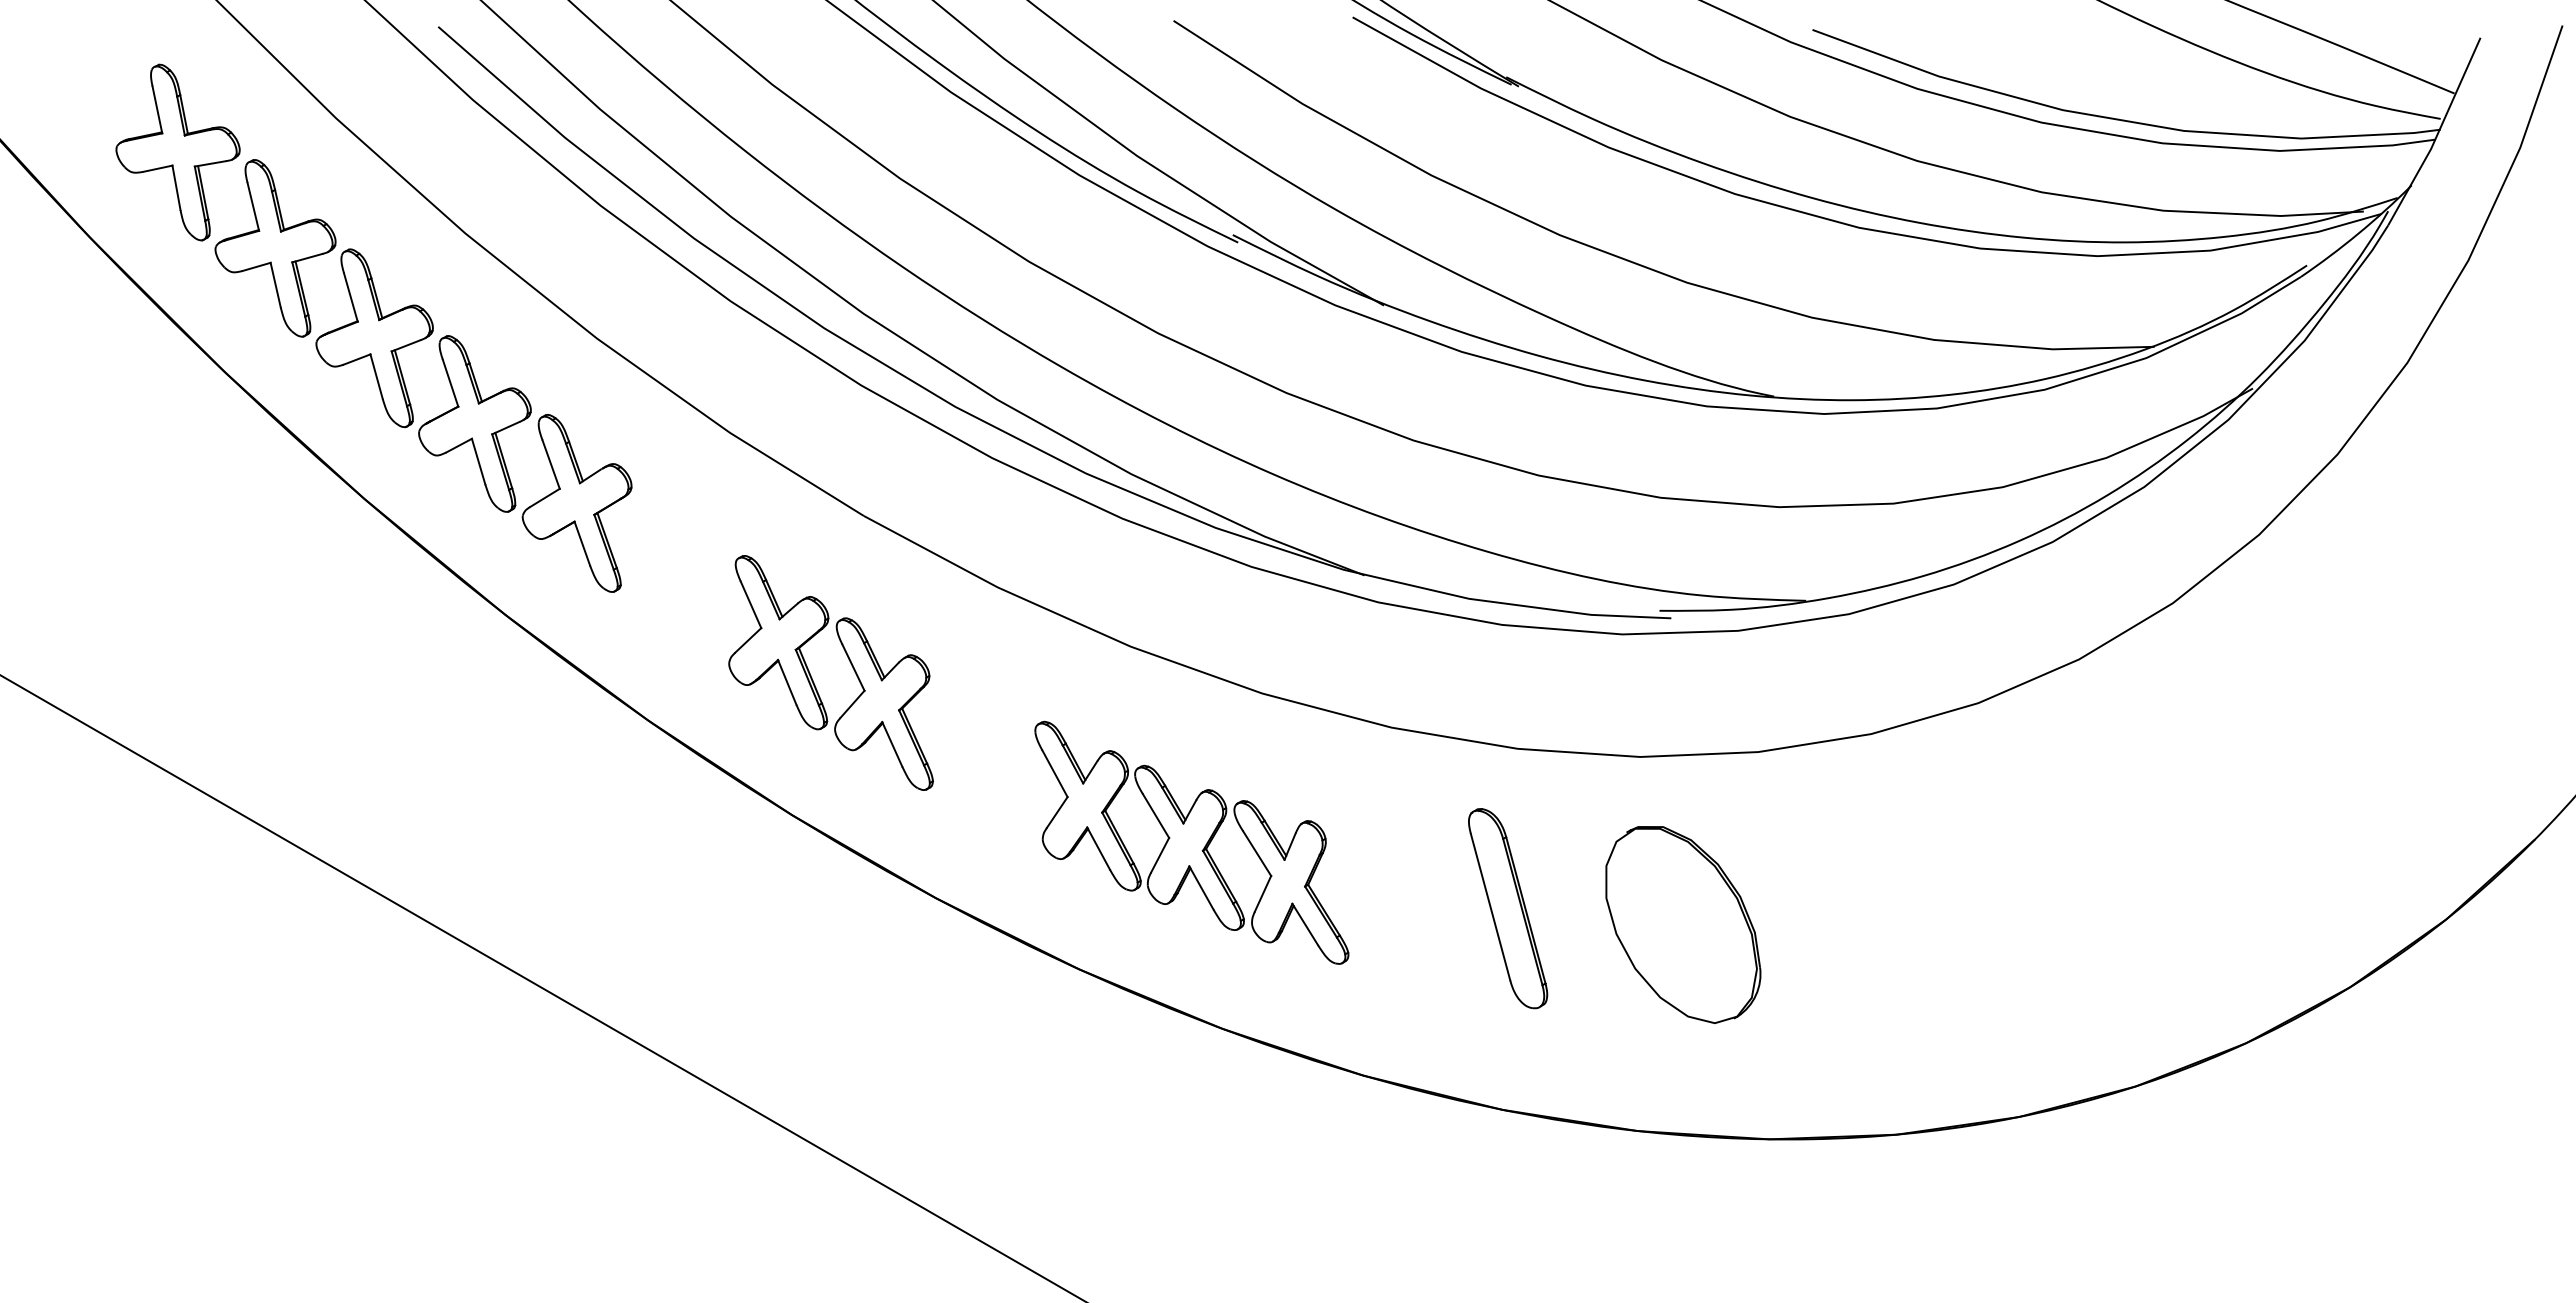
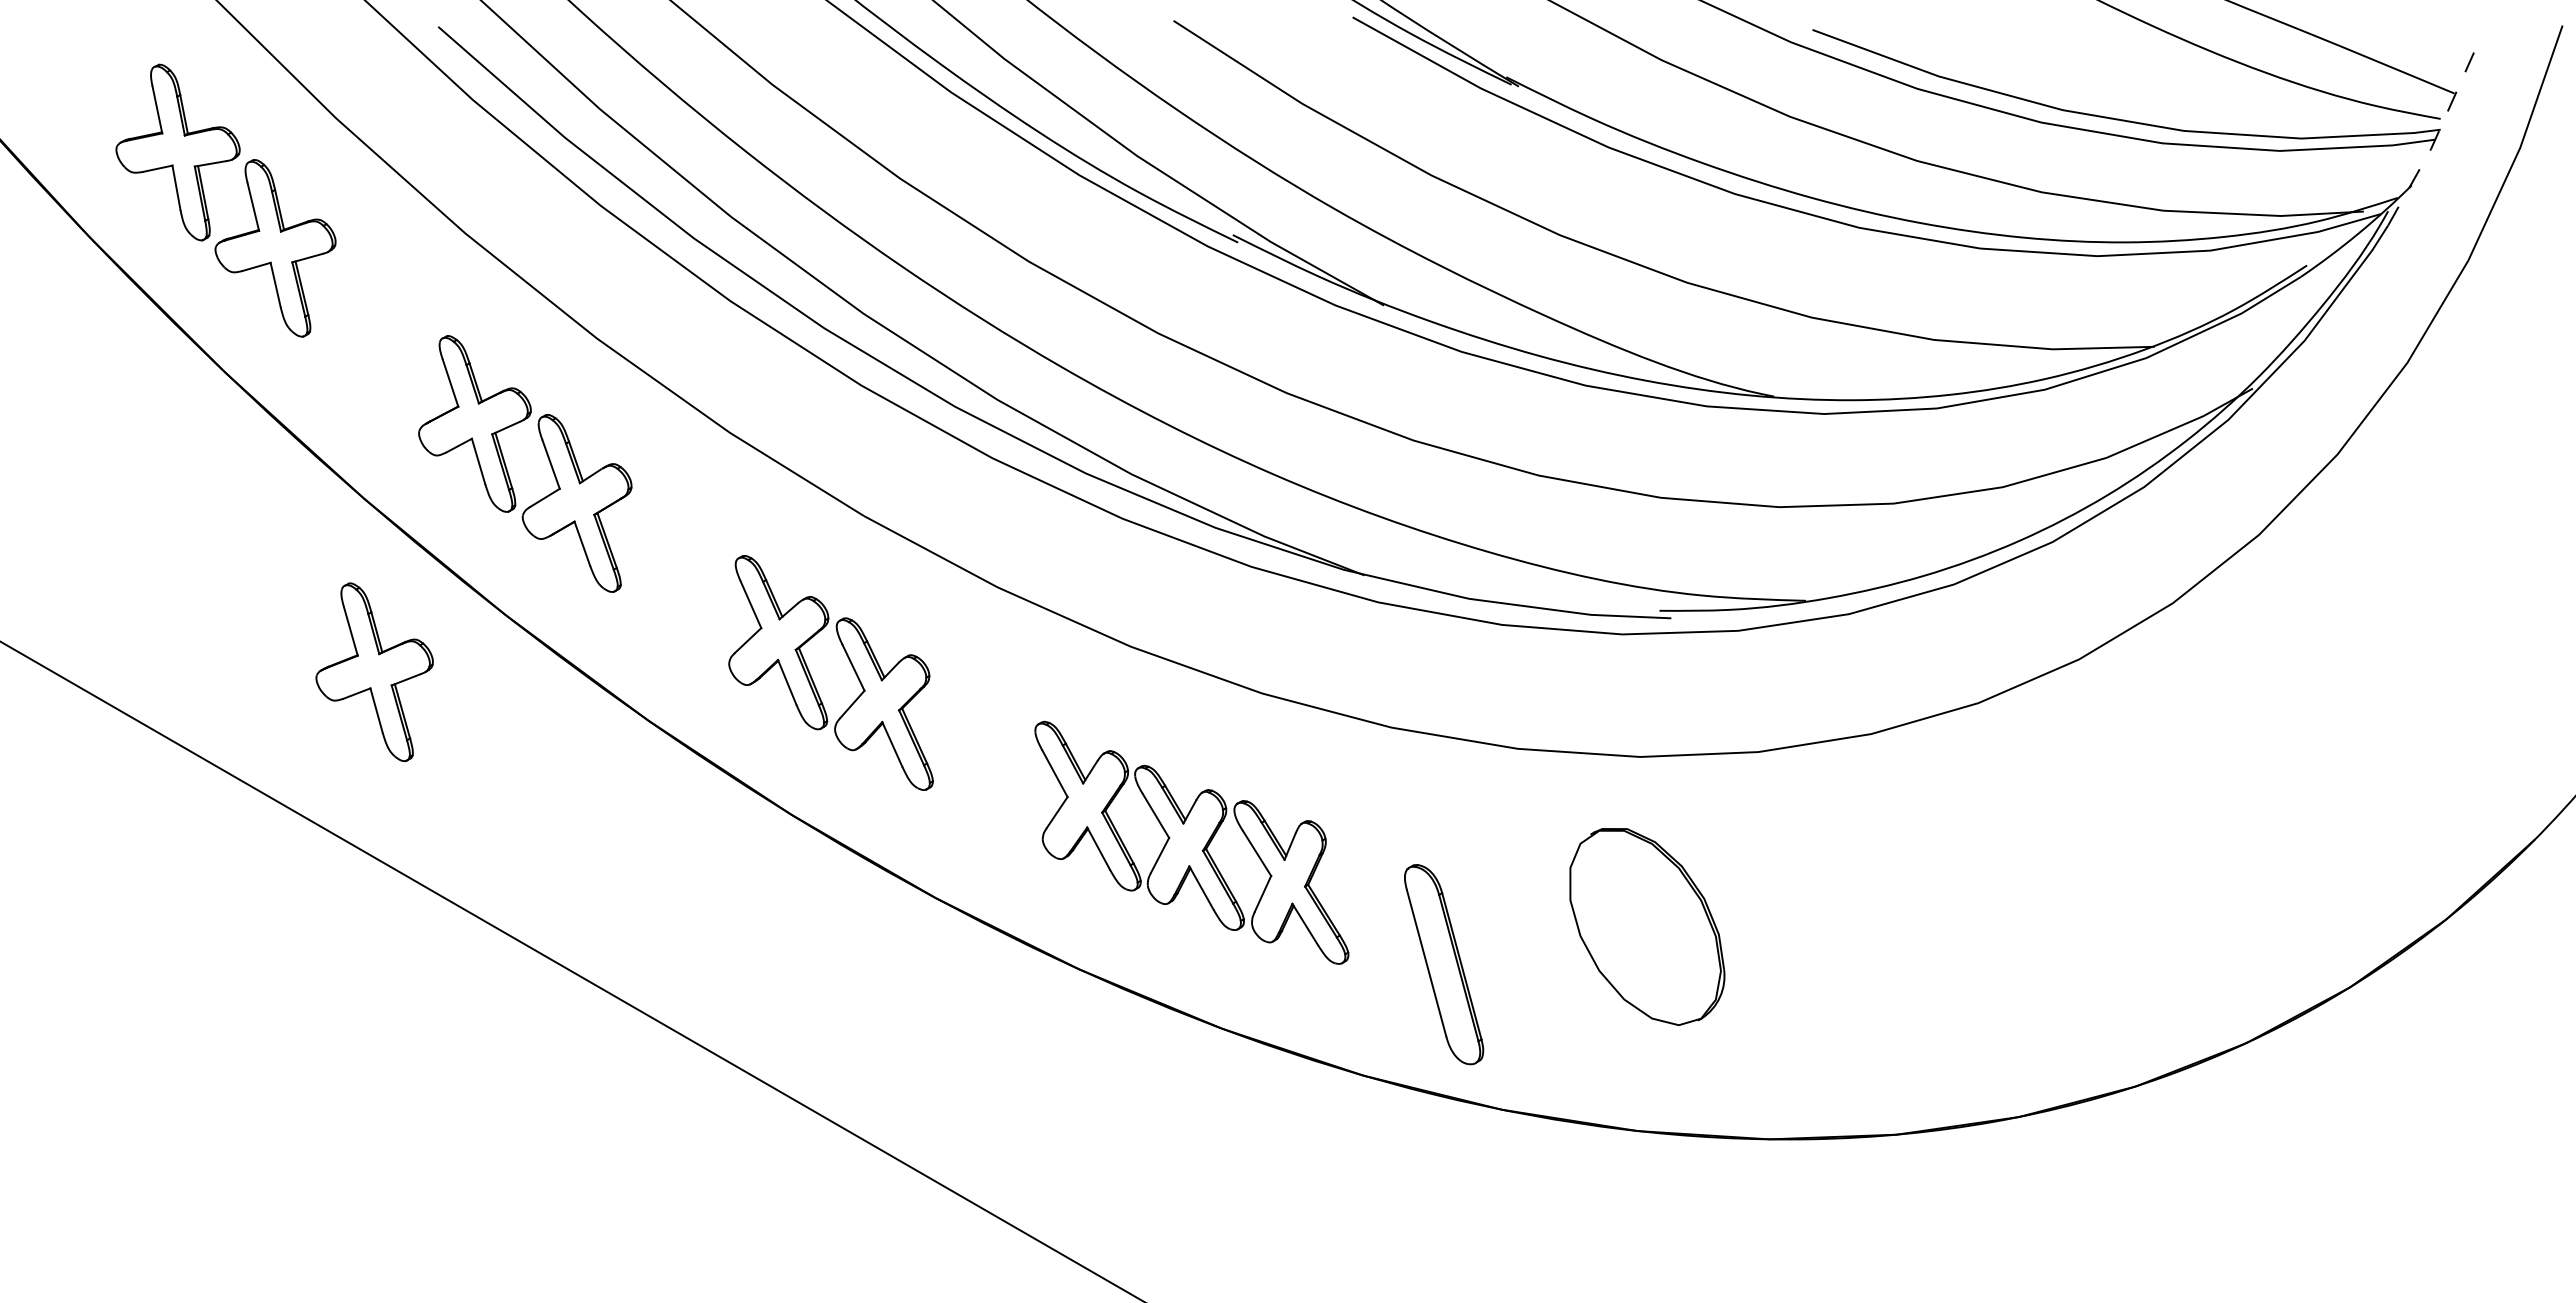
line at (2437, 133): solid -> dashed
part at (374, 338) position: (374, 338) -> (374, 672)
part at (1508, 908) position: (1508, 908) -> (1444, 964)
part at (1683, 924) position: (1683, 924) -> (1647, 926)
line at (542, 987) position: (542, 987) -> (571, 970)
